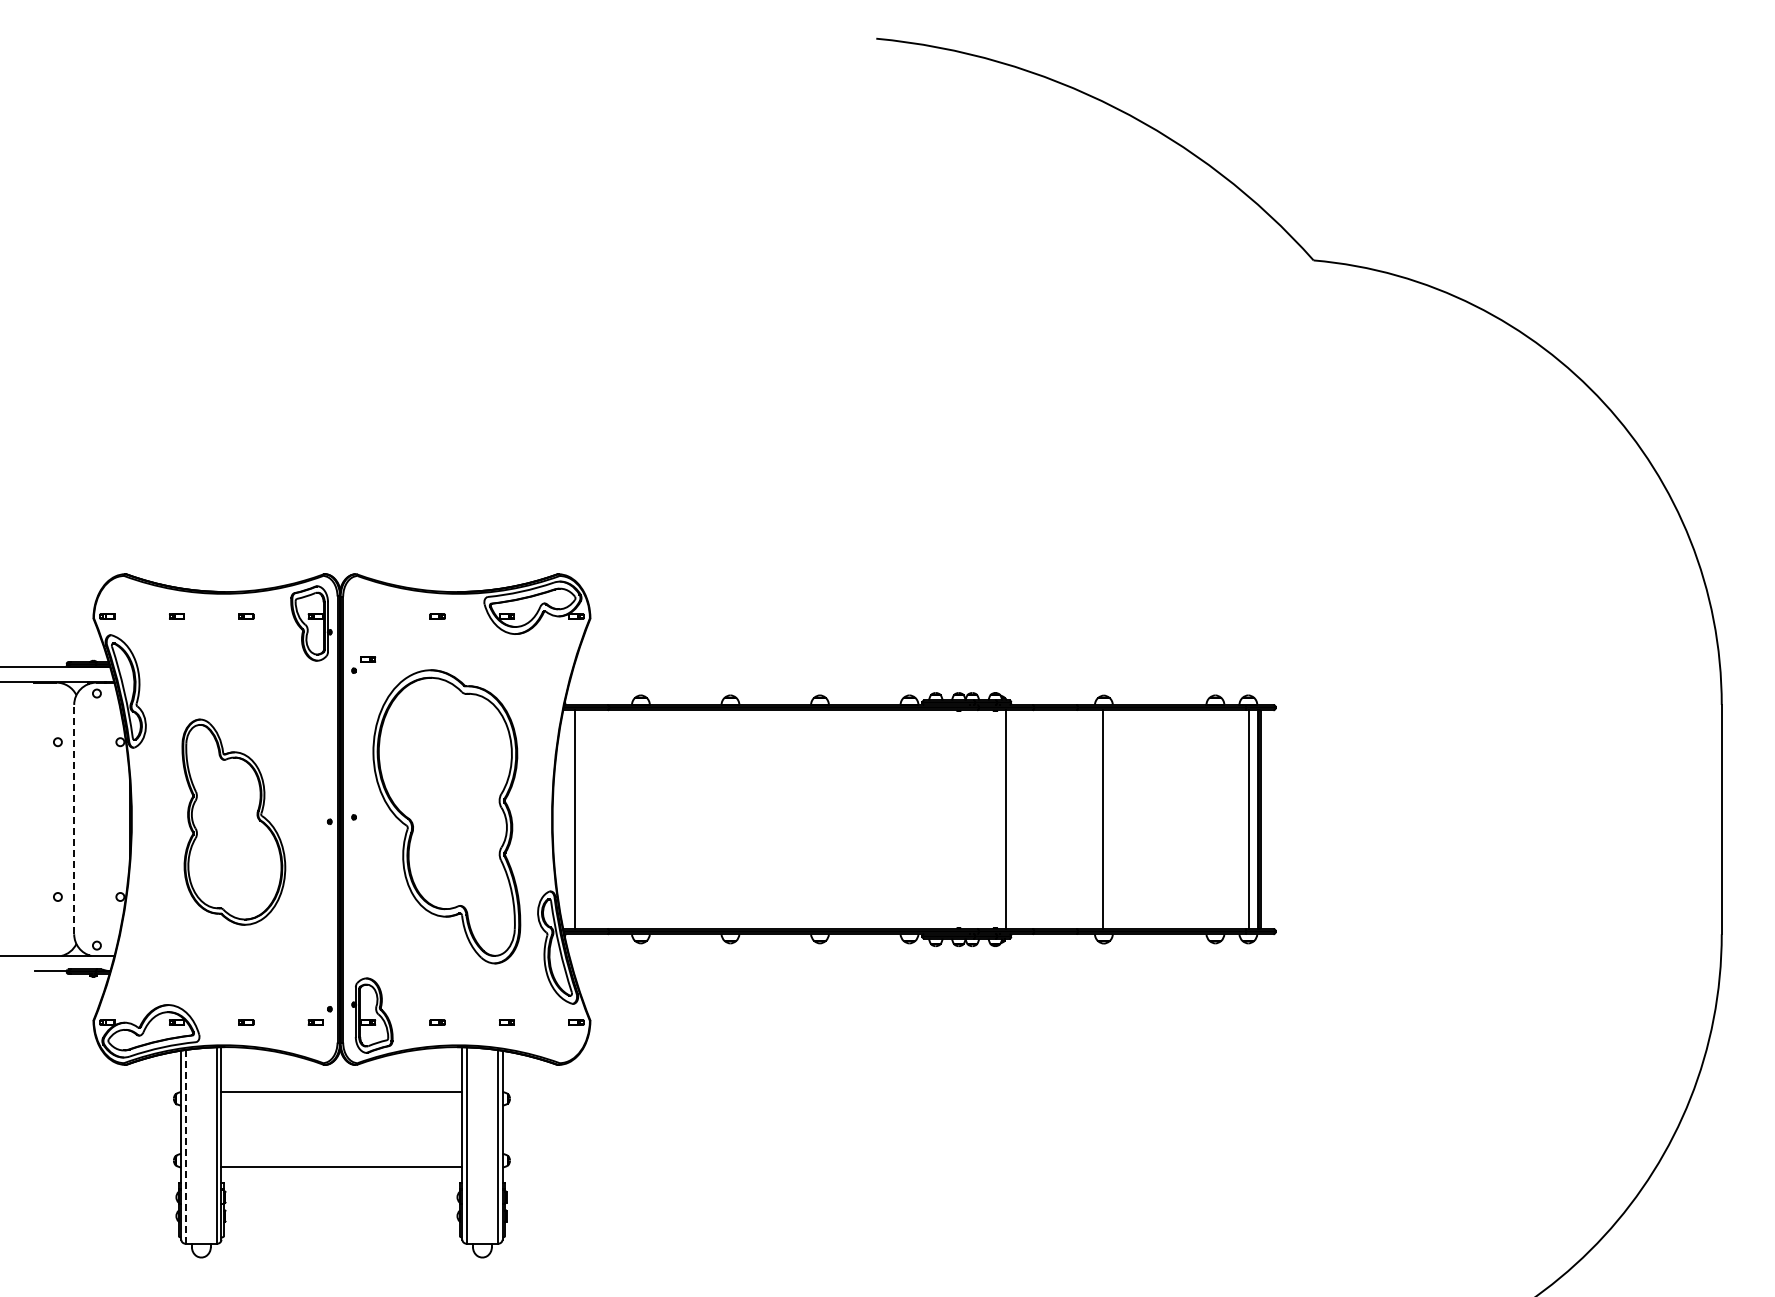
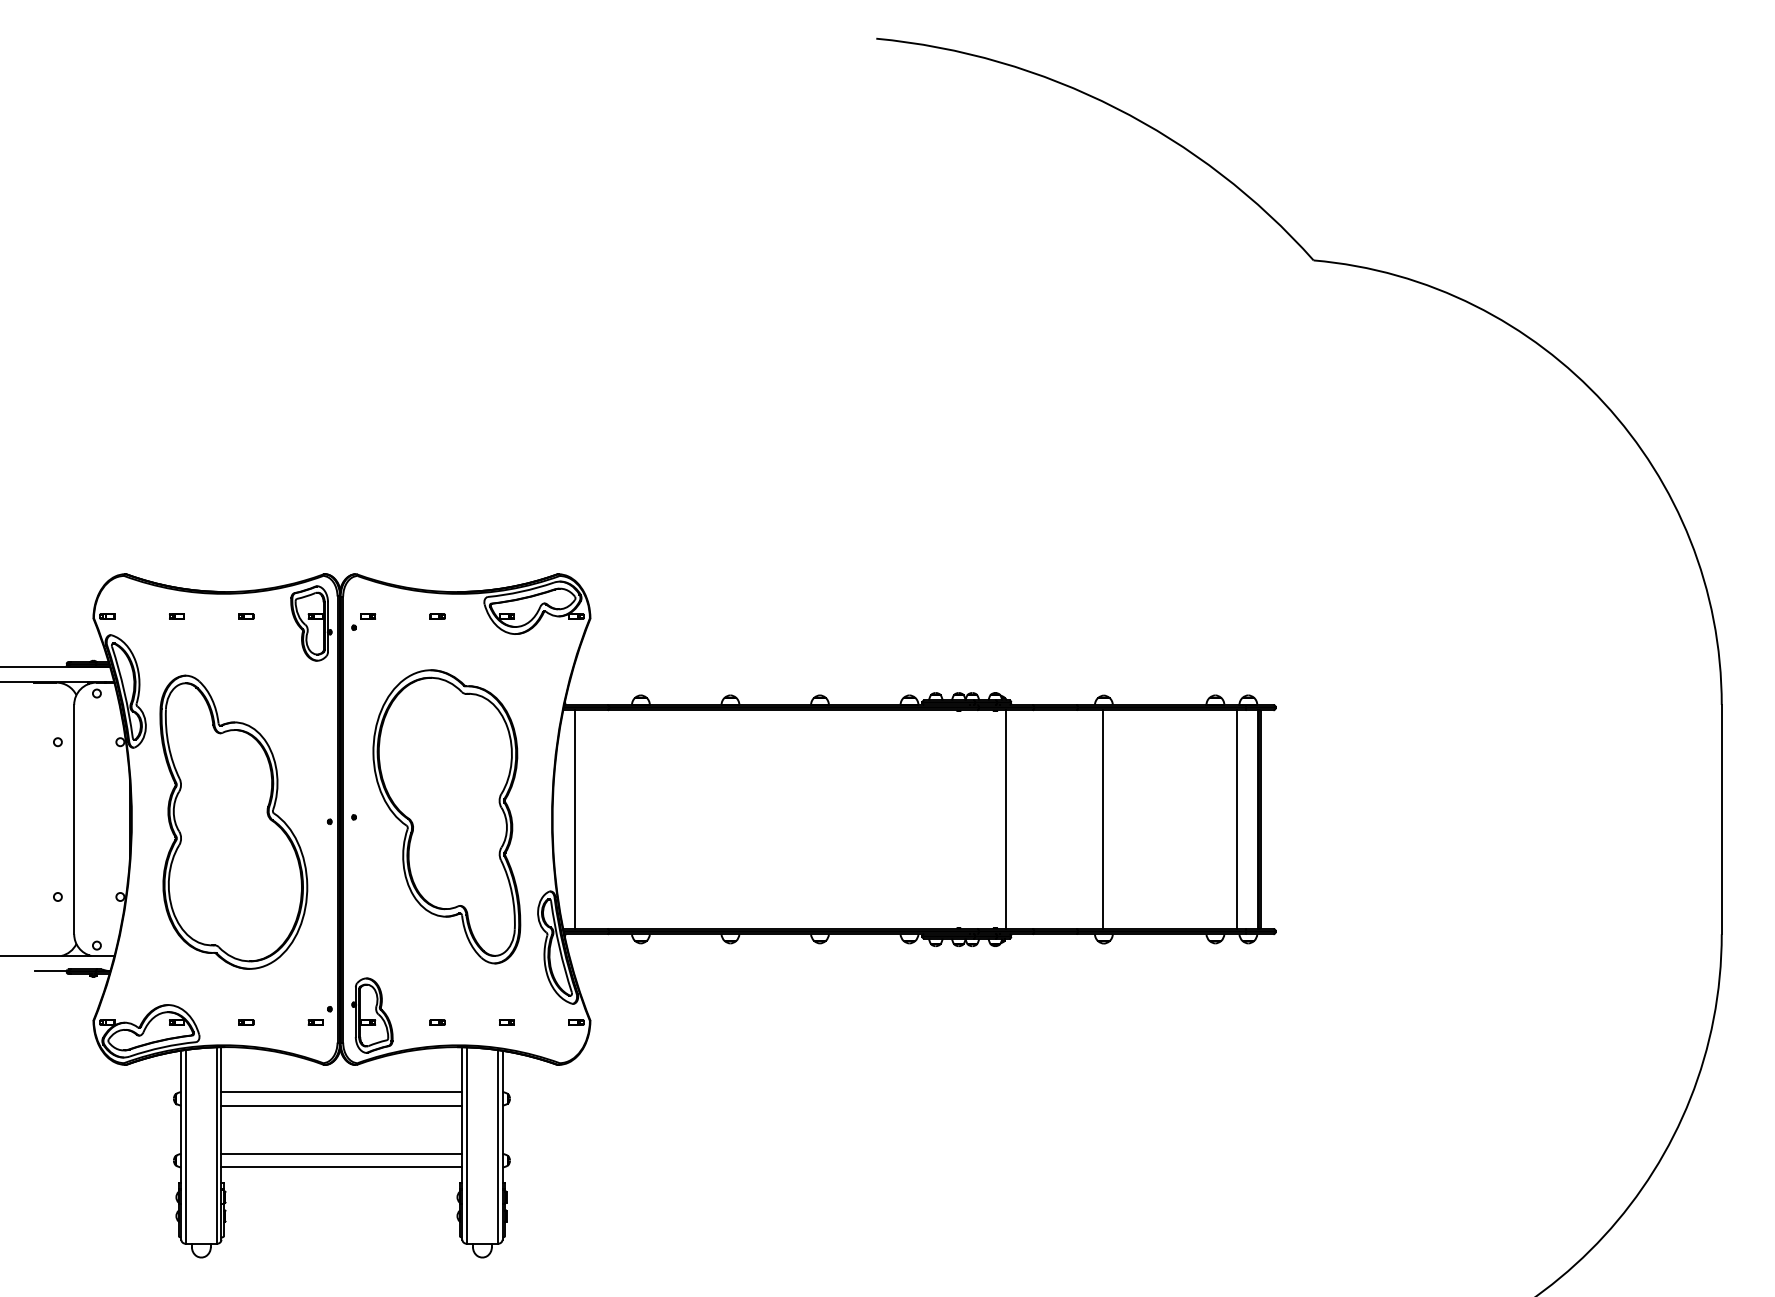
part at (363, 664) position: (363, 664) -> (363, 621)
line at (74, 819): dashed -> solid
line at (1248, 819) position: (1248, 819) -> (1236, 819)
part at (233, 821) size: 106x208 px -> 150x296 px
line at (341, 1105): none -> present
line at (185, 1146): dashed -> solid
line at (341, 1153): none -> present
